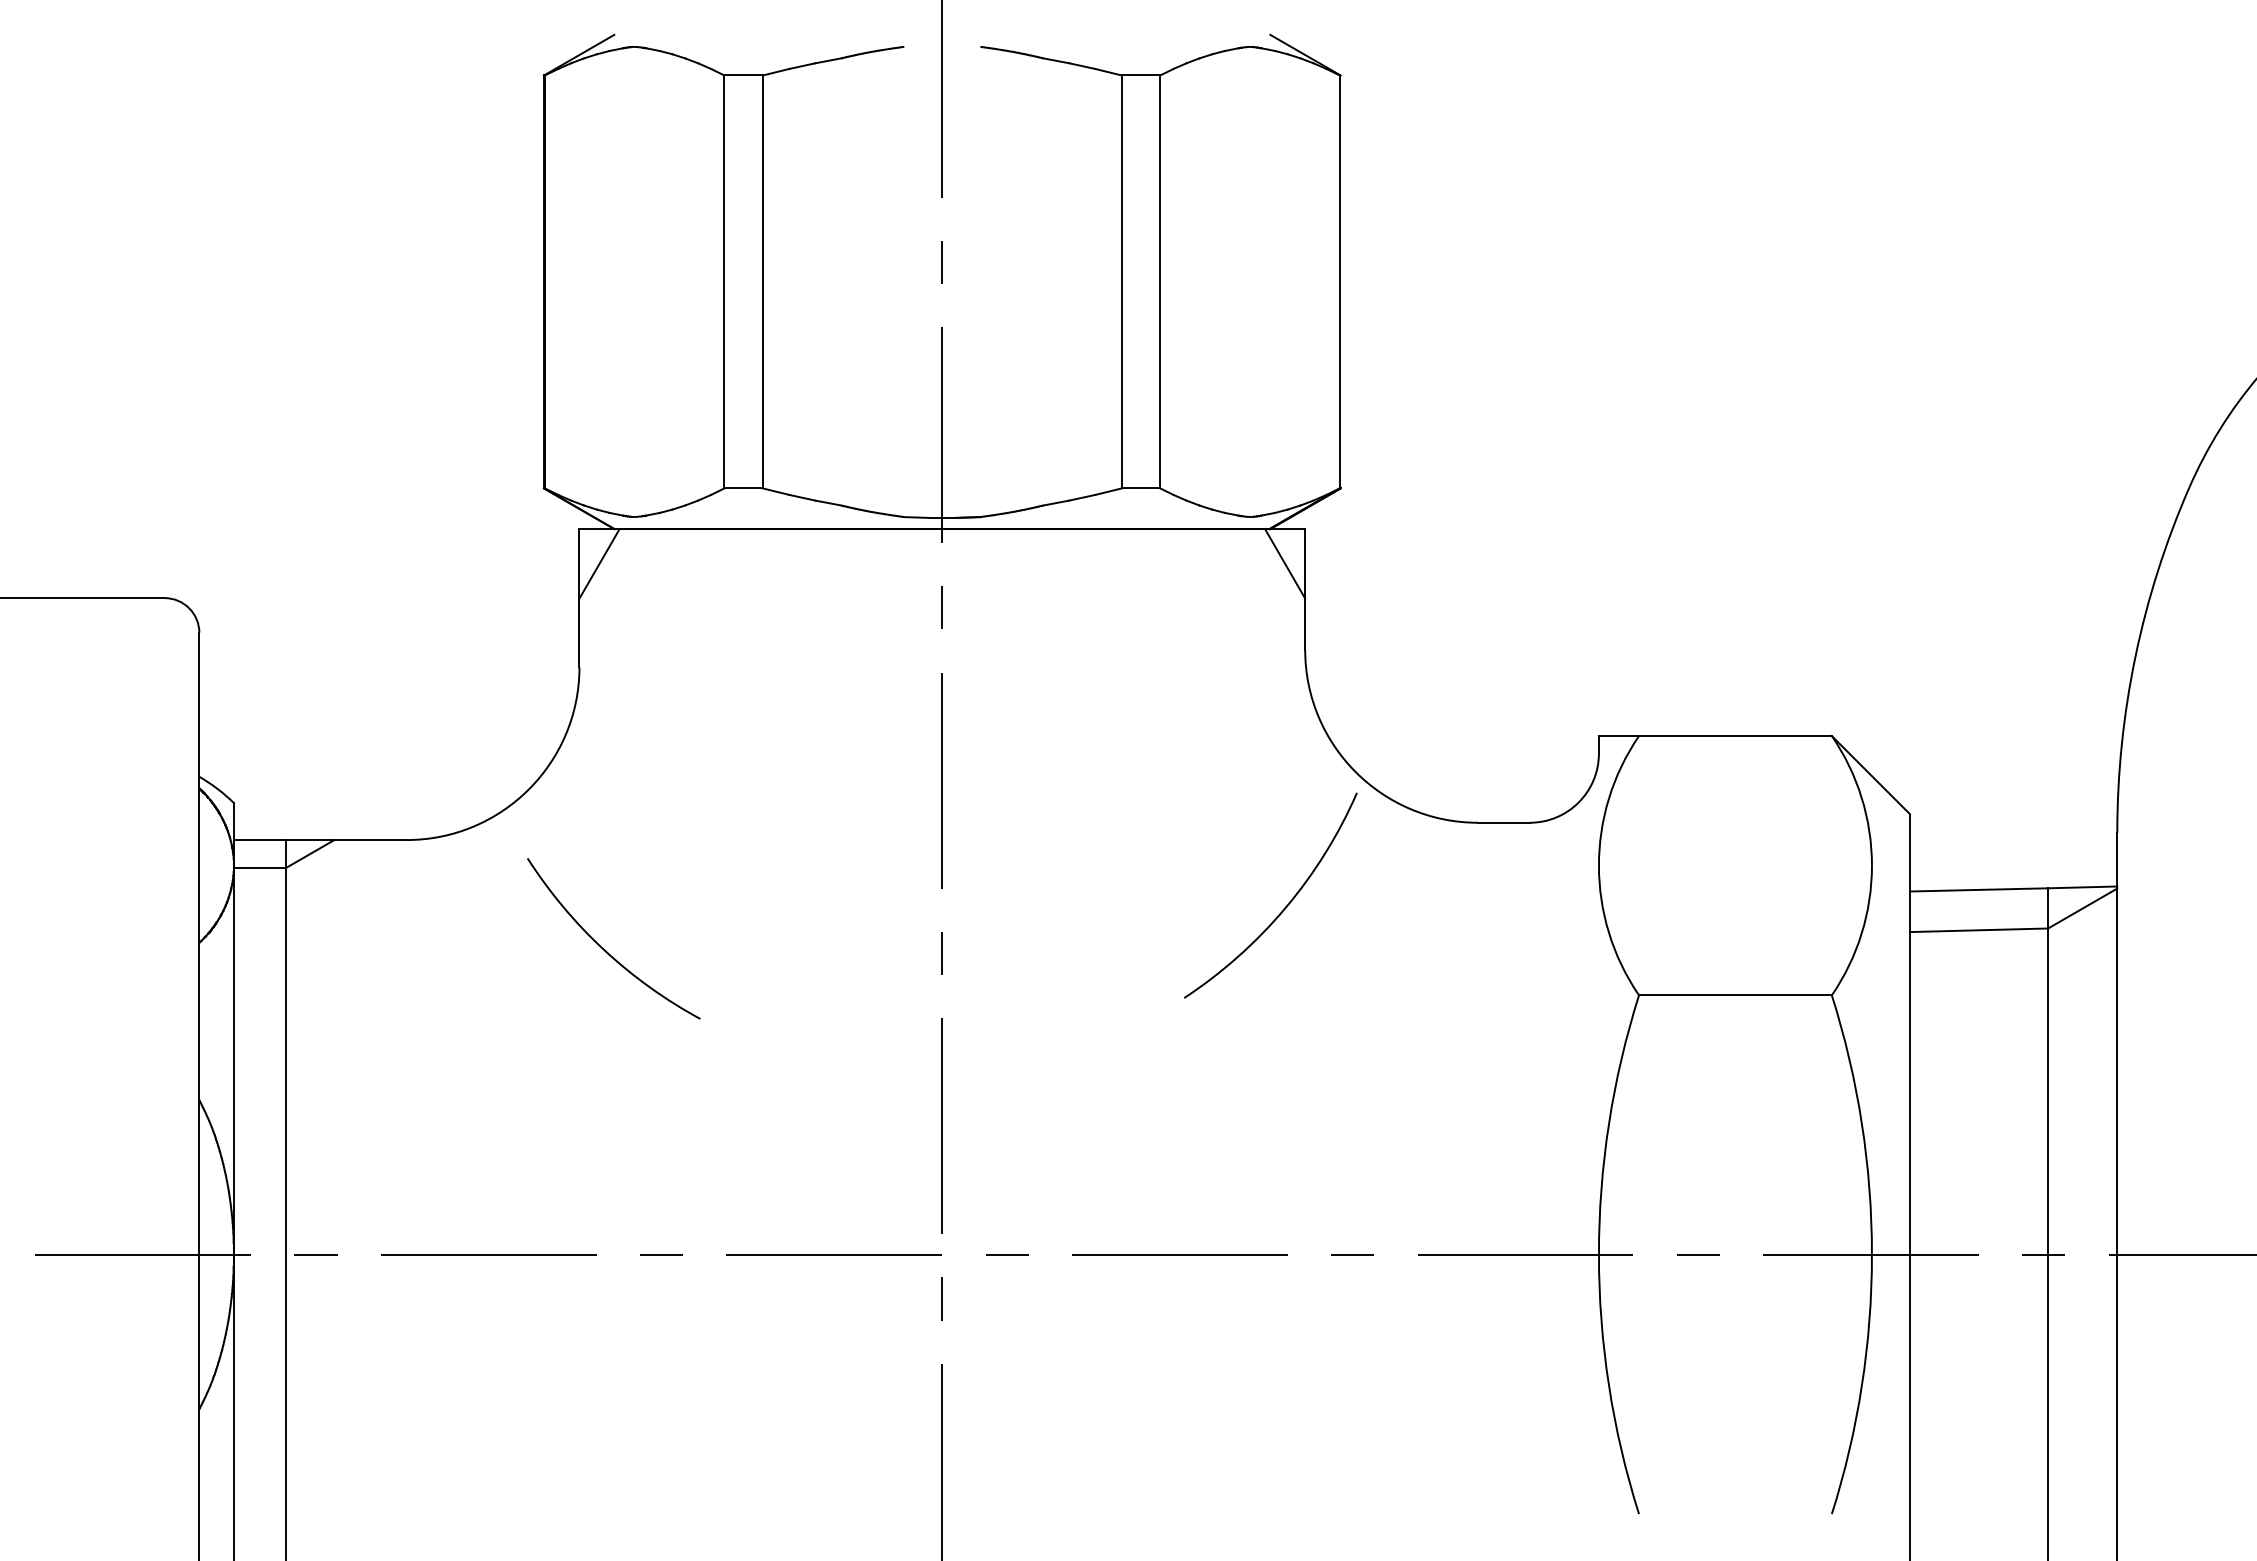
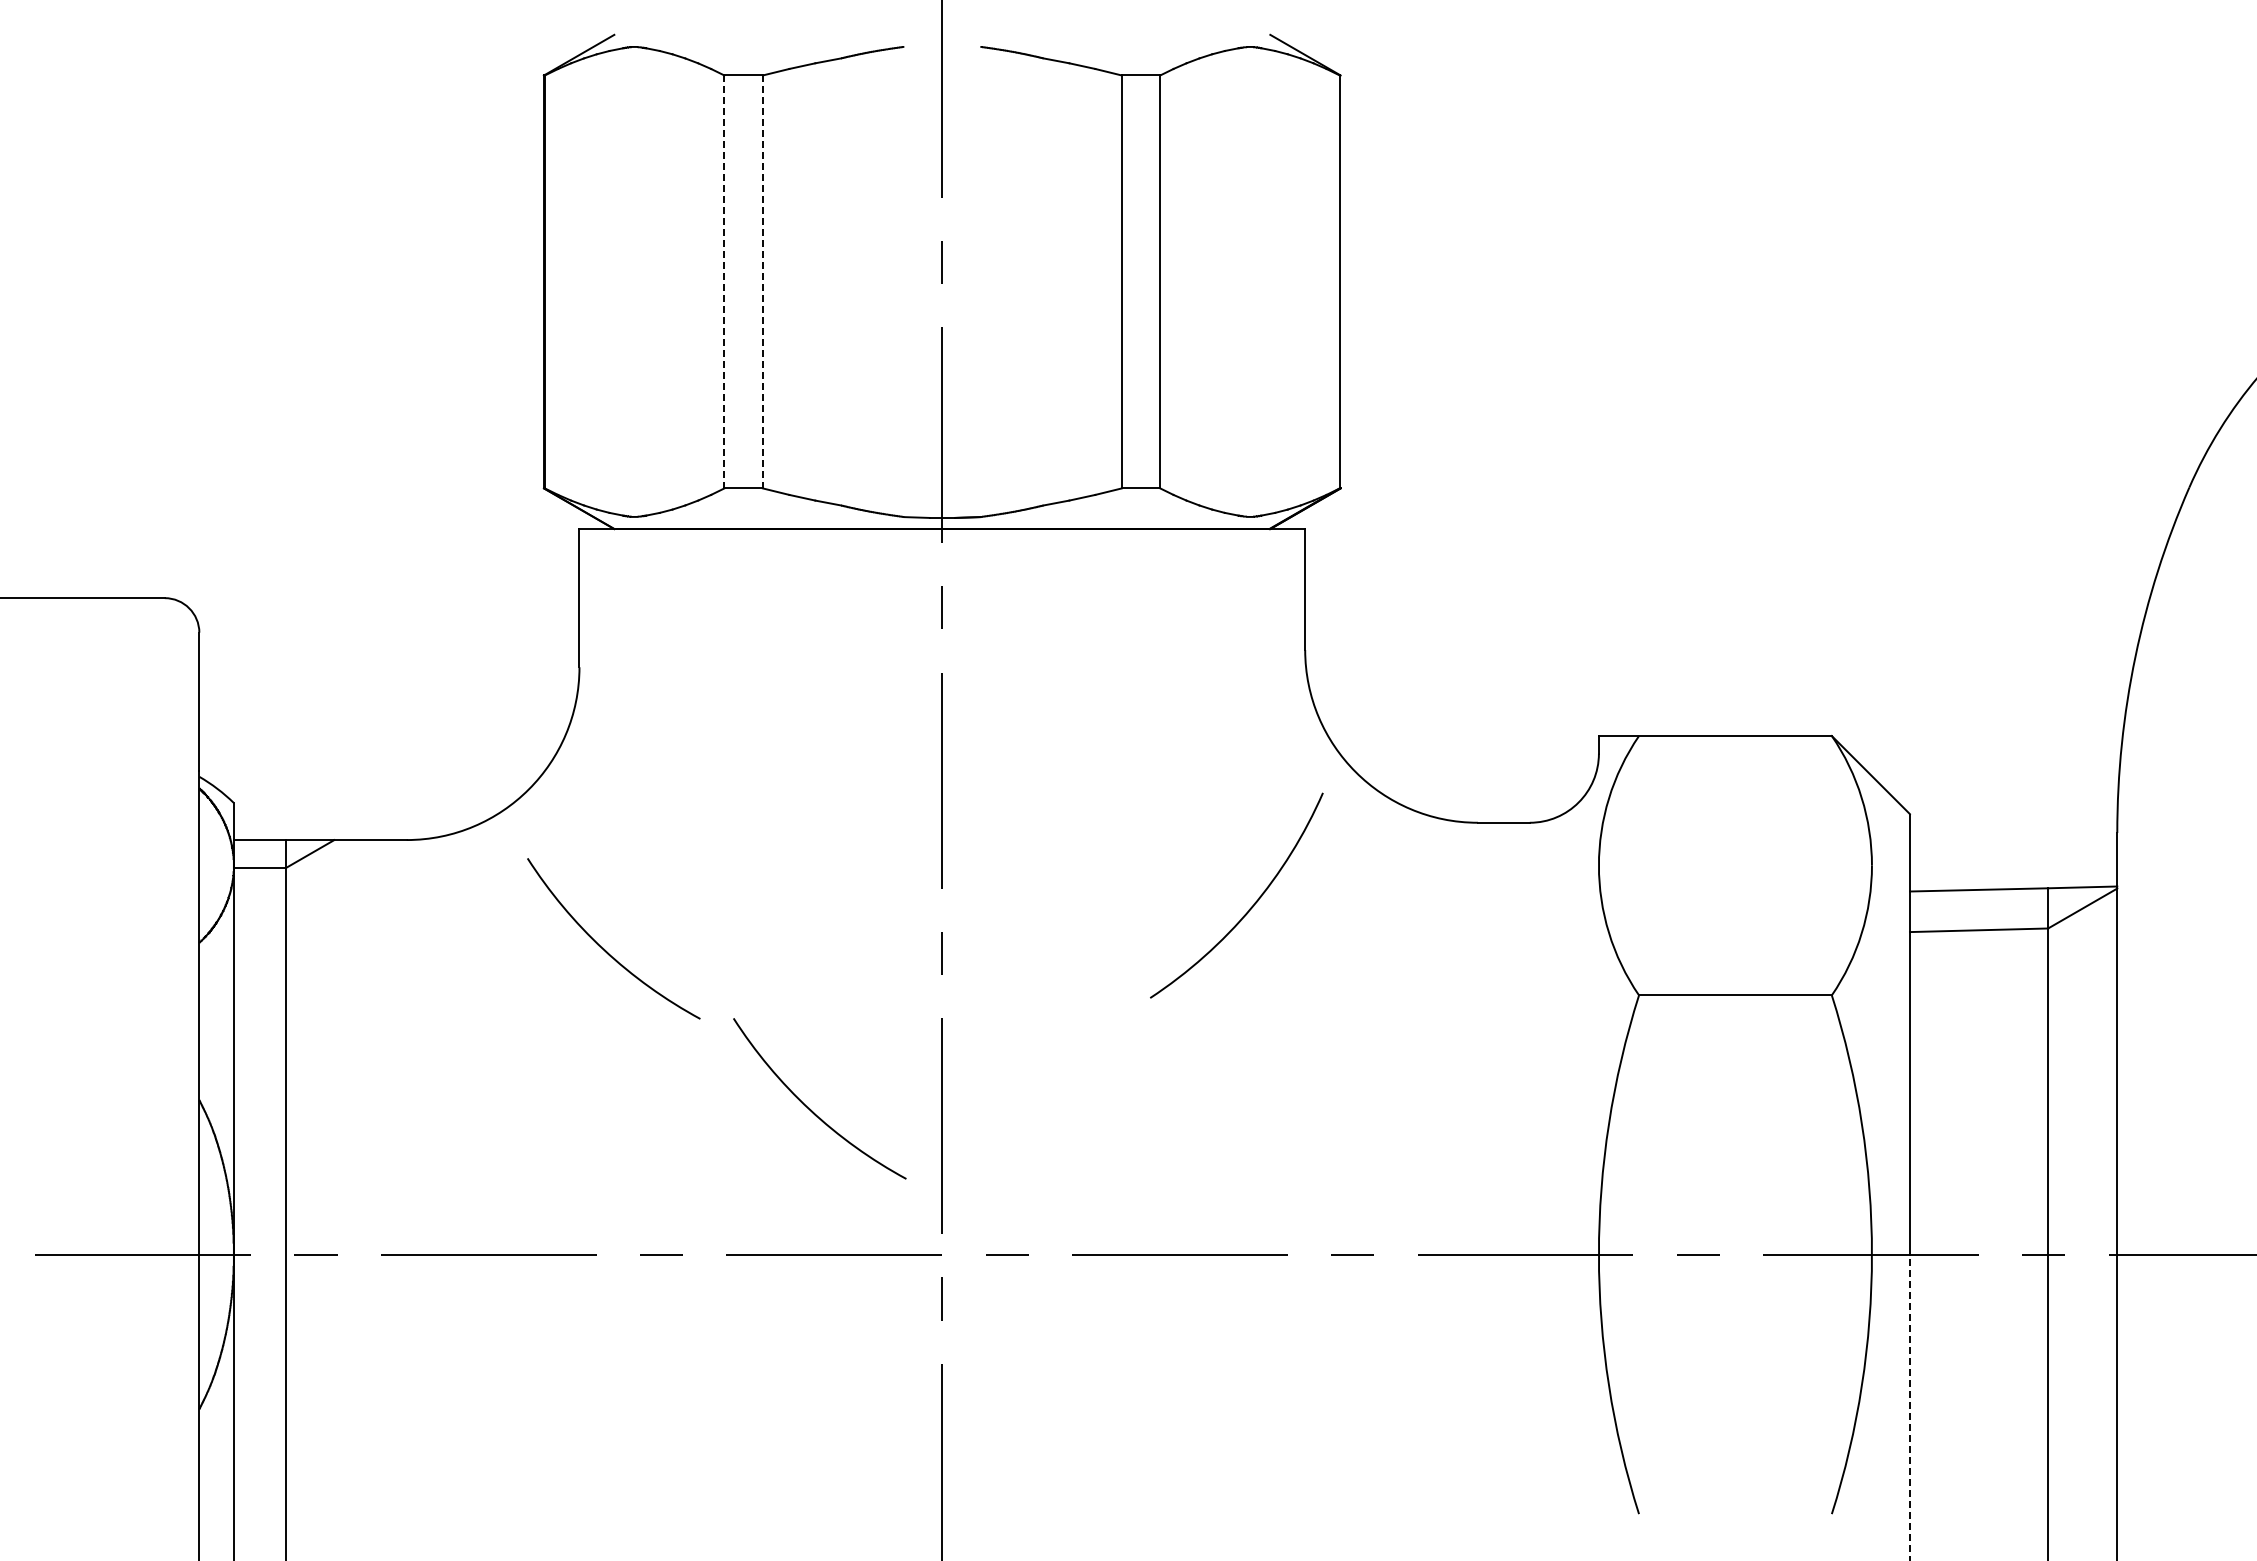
line at (724, 282): solid -> dashed
line at (762, 282): solid -> dashed
line at (599, 563): present -> none
line at (1285, 563): present -> none
arc at (1283, 908) position: (1283, 908) -> (1249, 908)
arc at (810, 1108): none -> present
line at (1909, 1407): solid -> dashed
